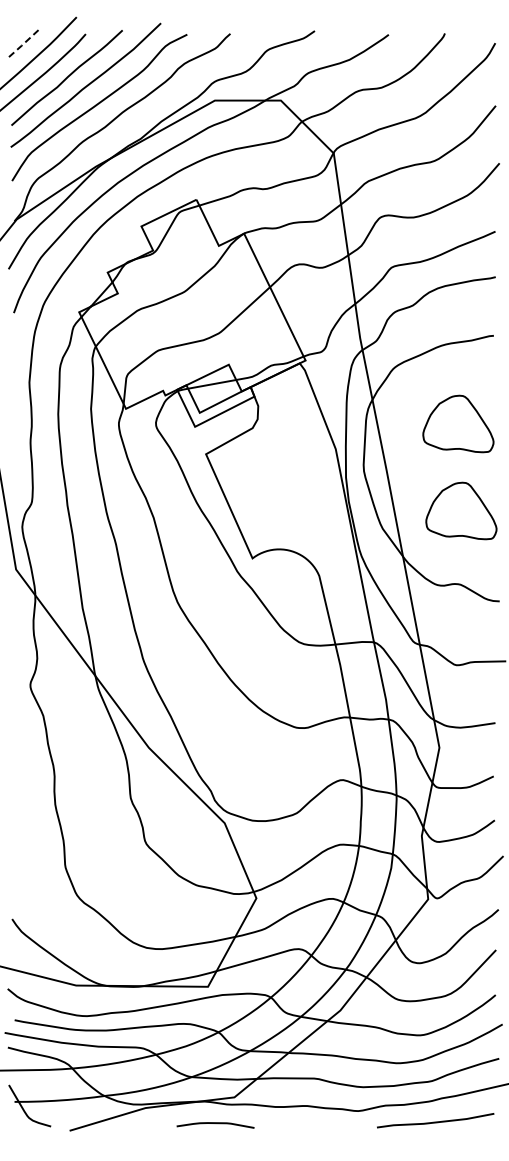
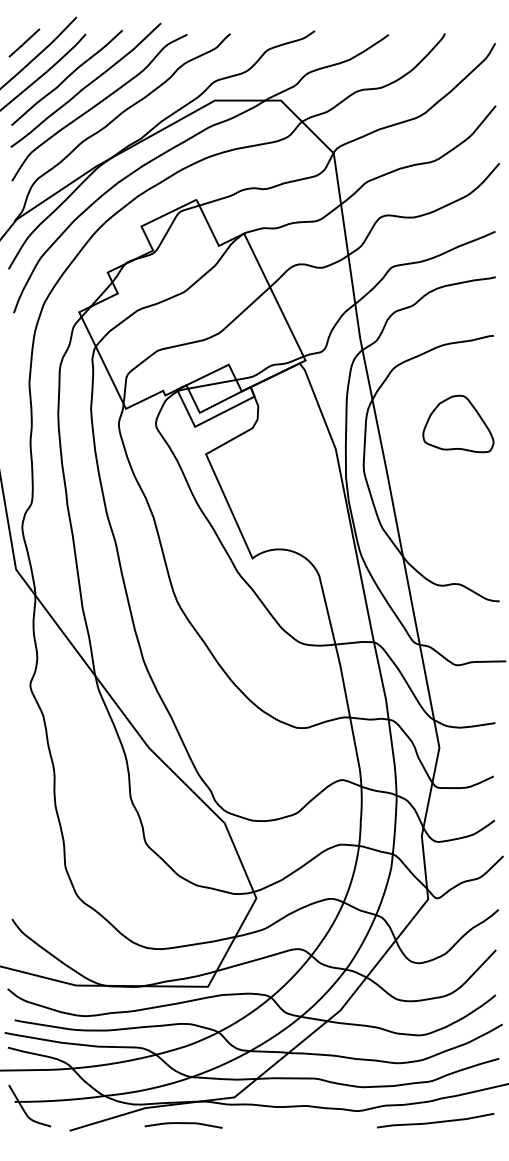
line at (24, 43): dashed -> solid
part at (461, 510): present -> none
curve at (216, 1124) position: (216, 1124) -> (184, 1124)
